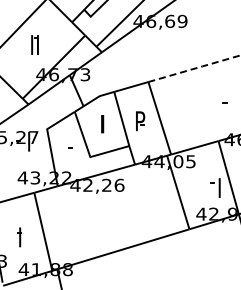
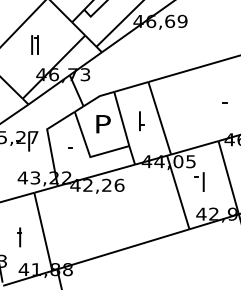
line at (194, 68): dashed -> solid
text at (140, 121): P -> I
text at (103, 124): I -> P
part at (215, 187) position: (215, 187) -> (199, 181)
